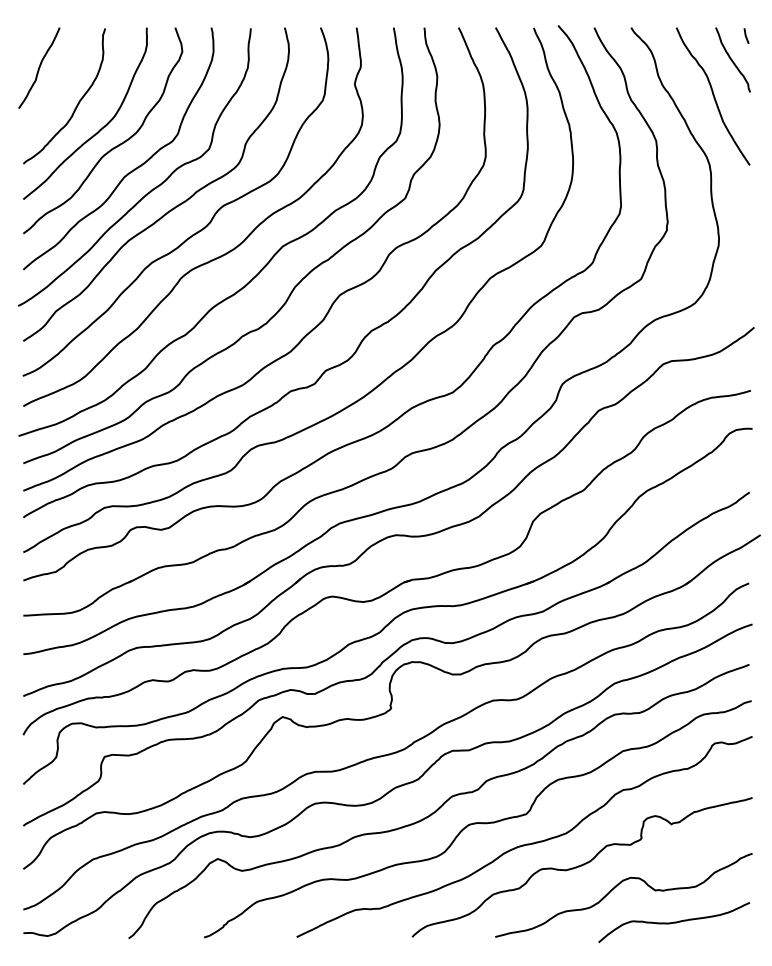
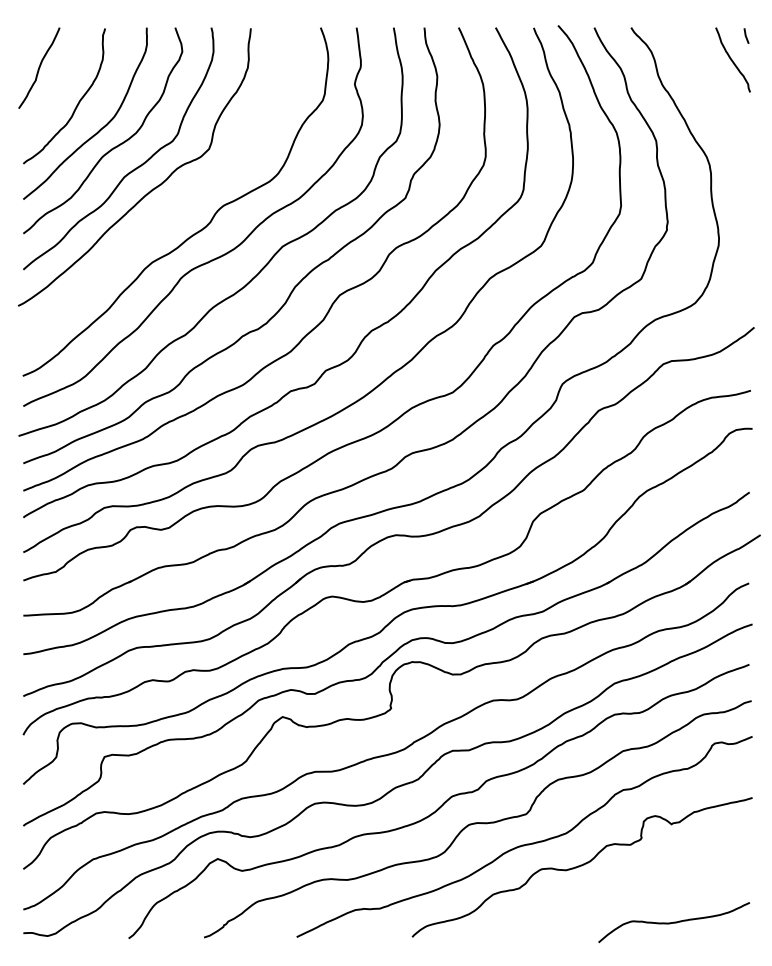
curve at (712, 95): present -> none
curve at (173, 207): present -> none
curve at (616, 887): present -> none
